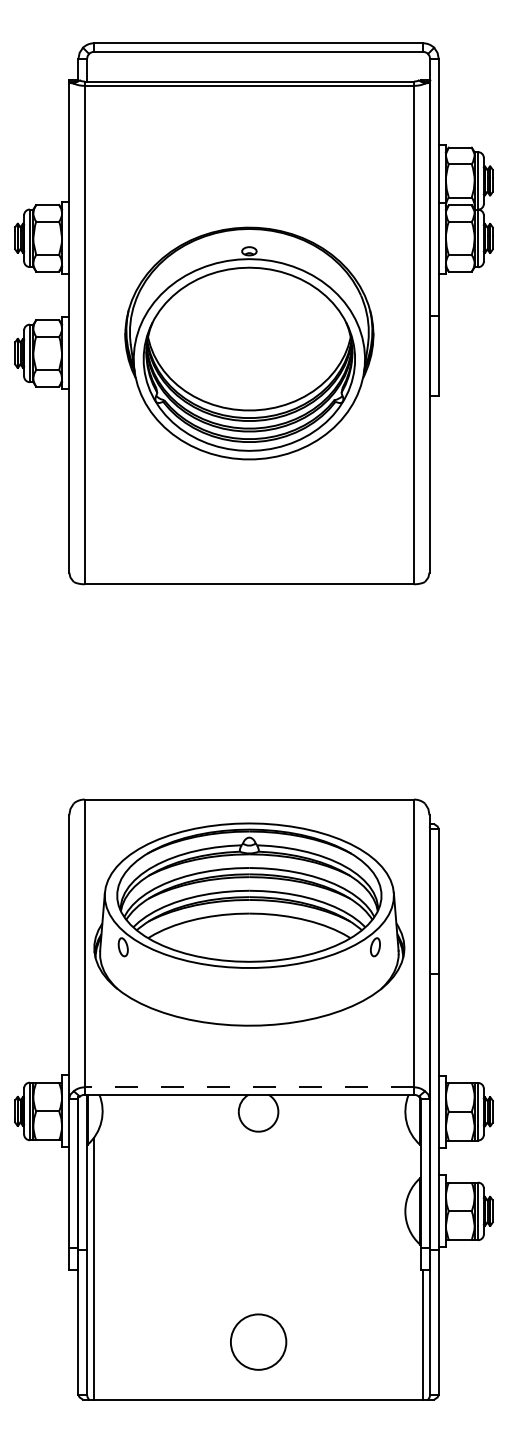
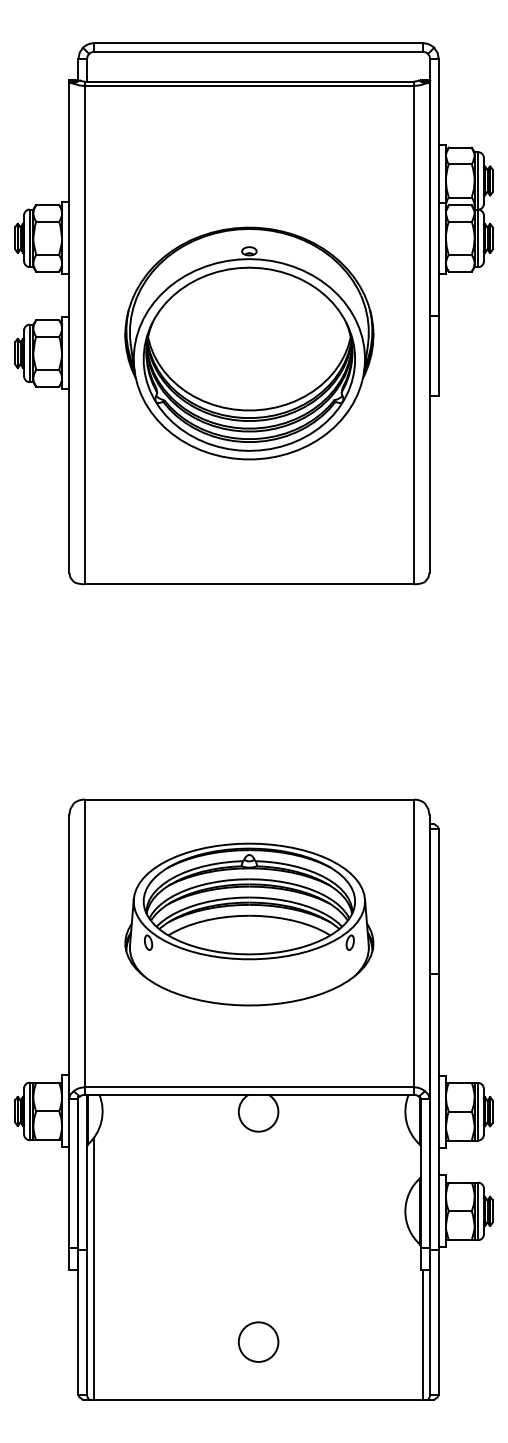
part at (249, 924) size: 313x205 px -> 251x165 px
line at (249, 1087): dashed -> solid
circle at (258, 1341) diameter: 55 px -> 40 px
